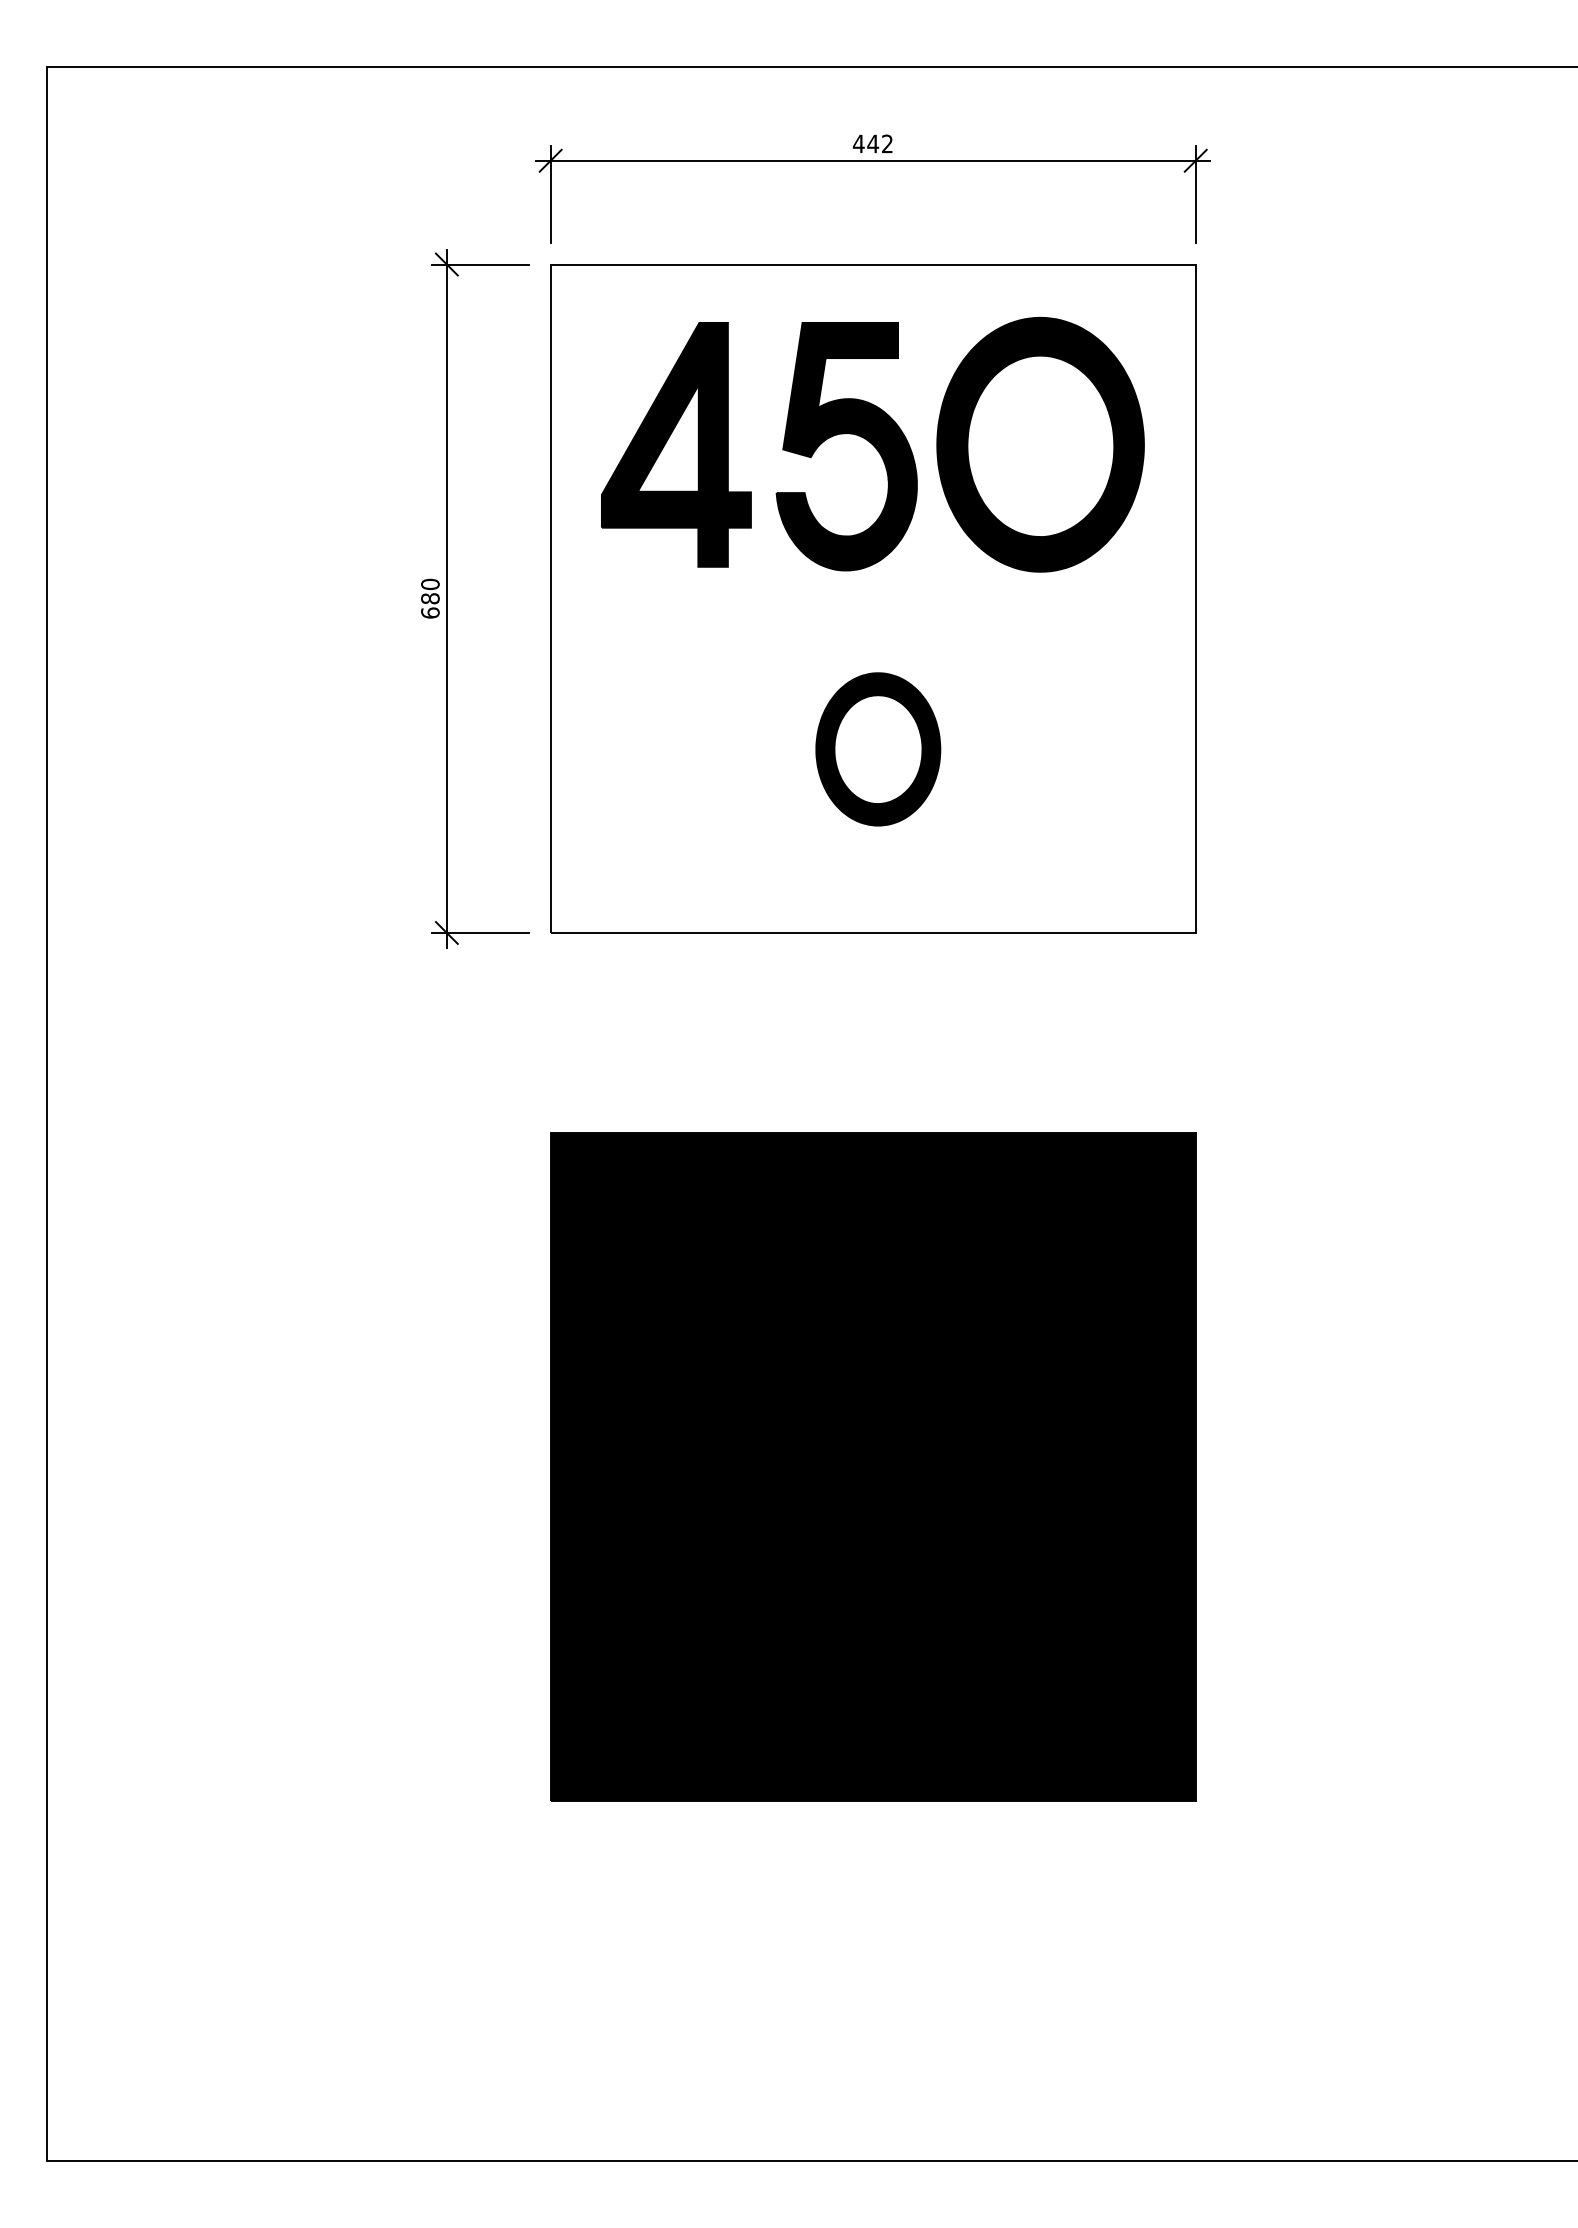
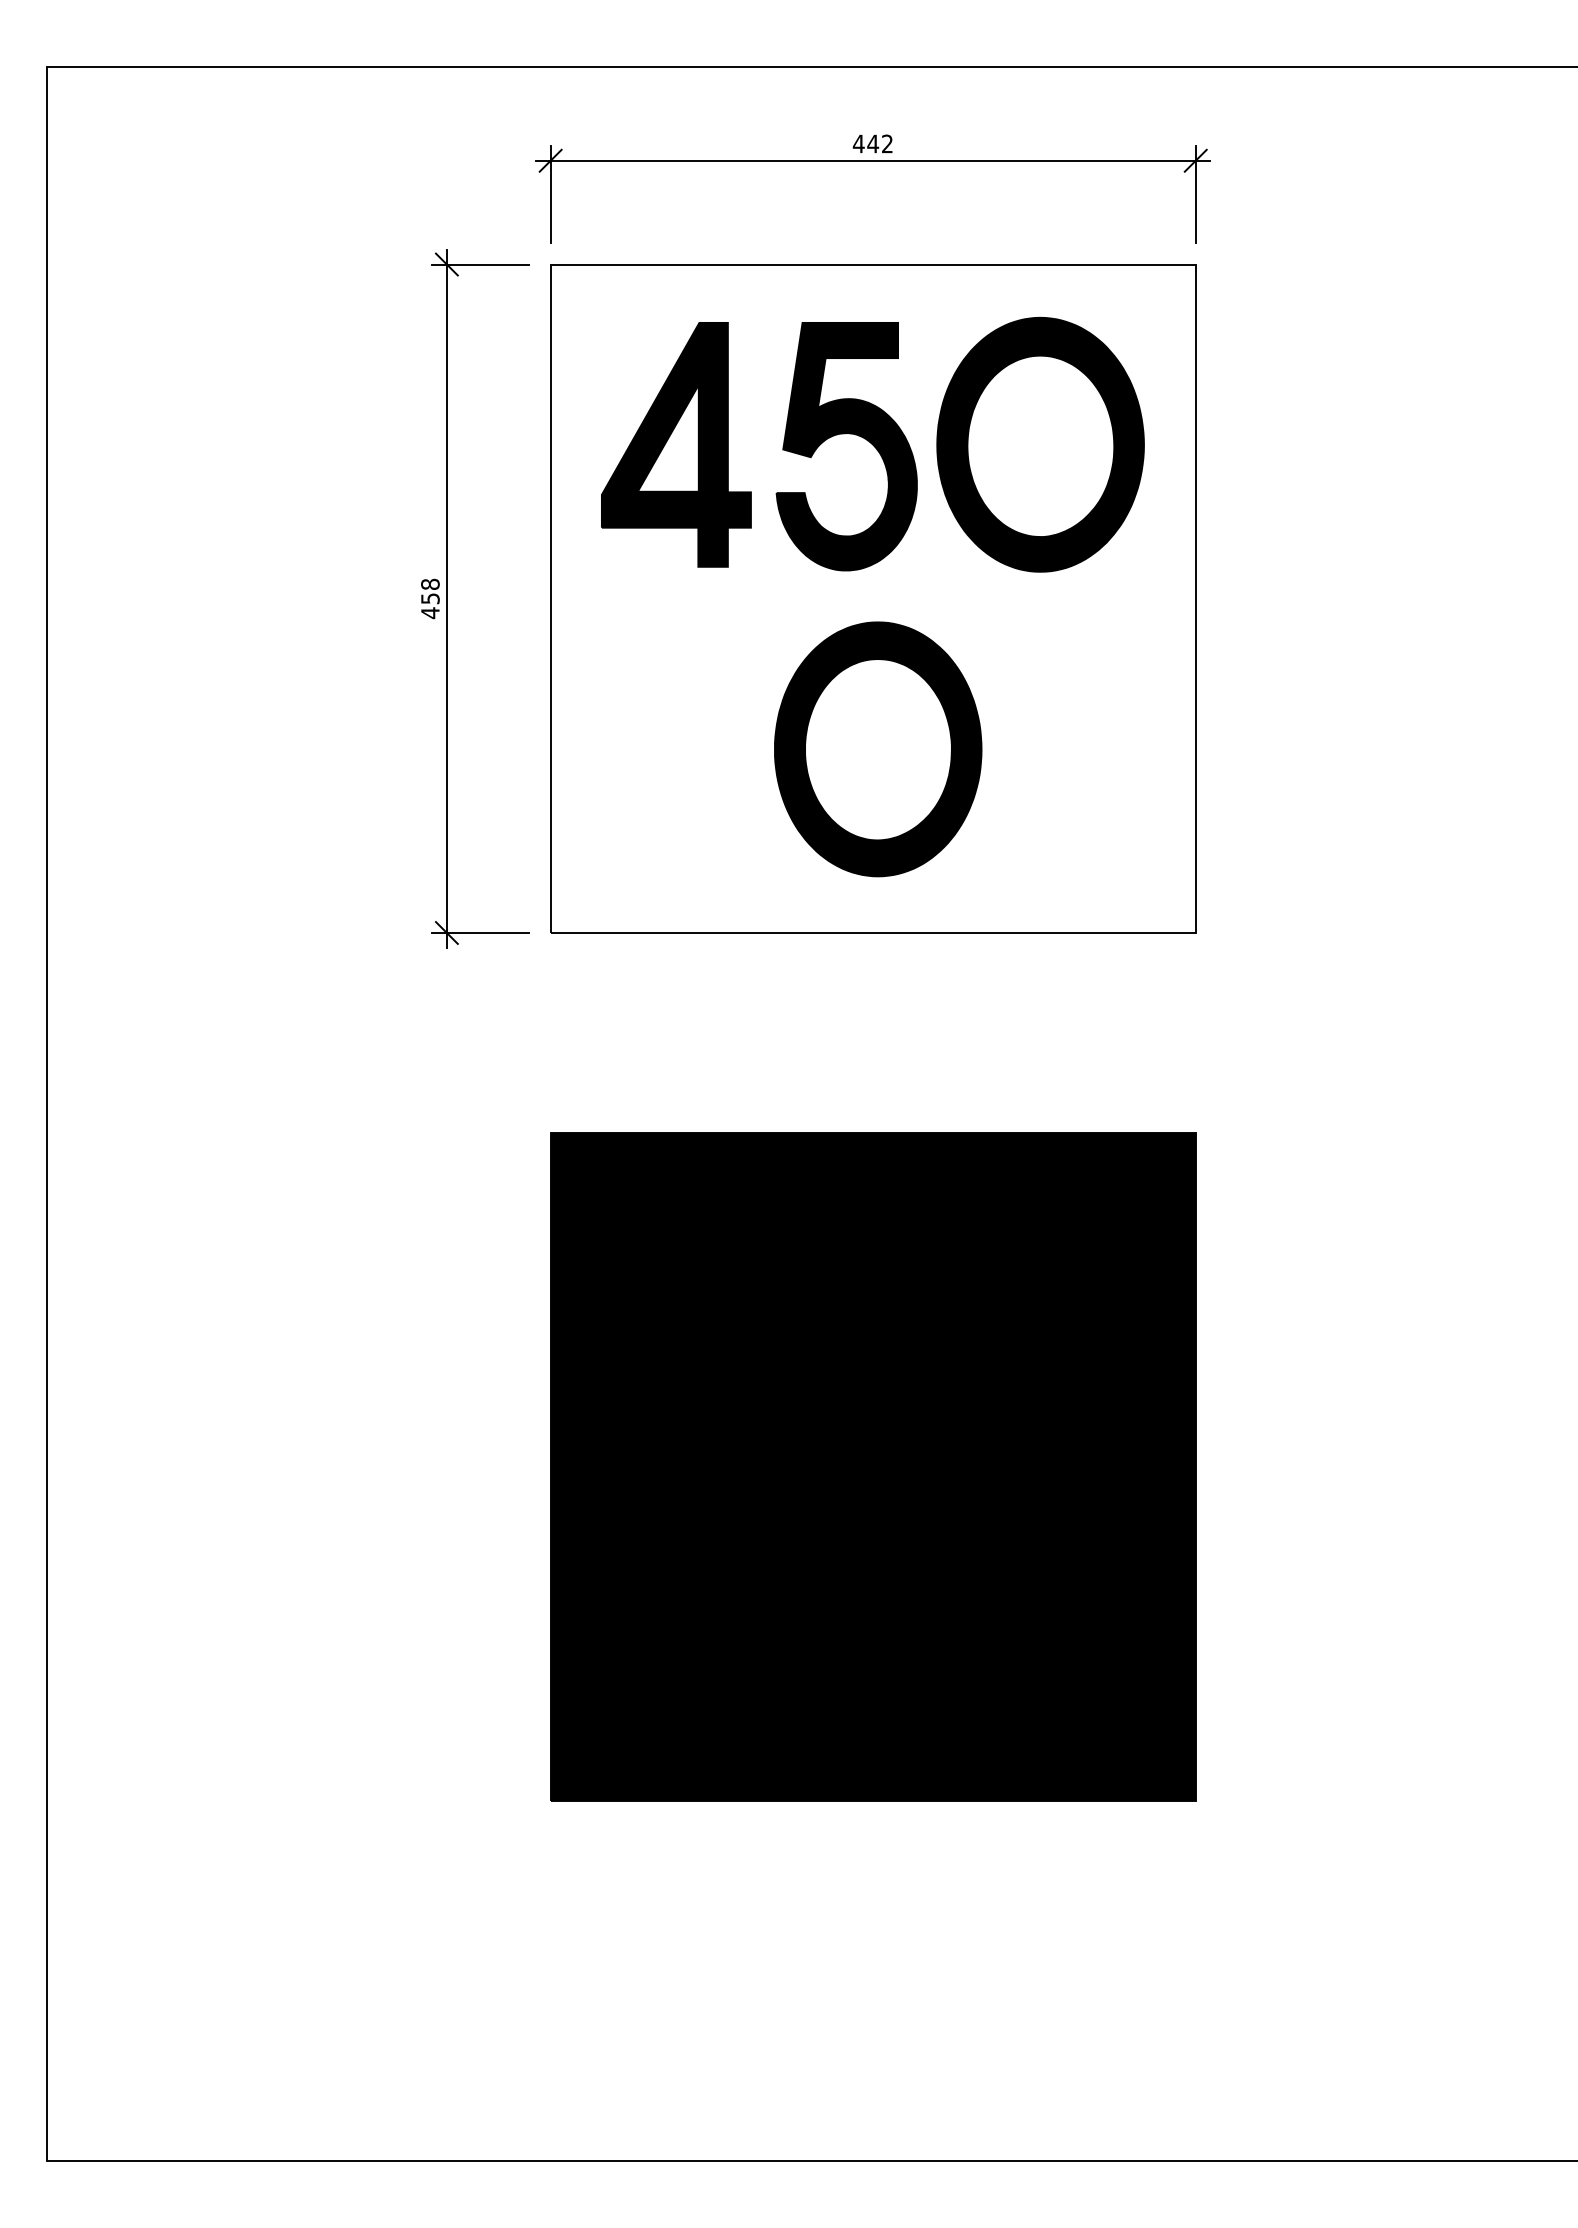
text at (430, 598): 680 -> 458
part at (878, 749) size: 127x155 px -> 209x257 px
